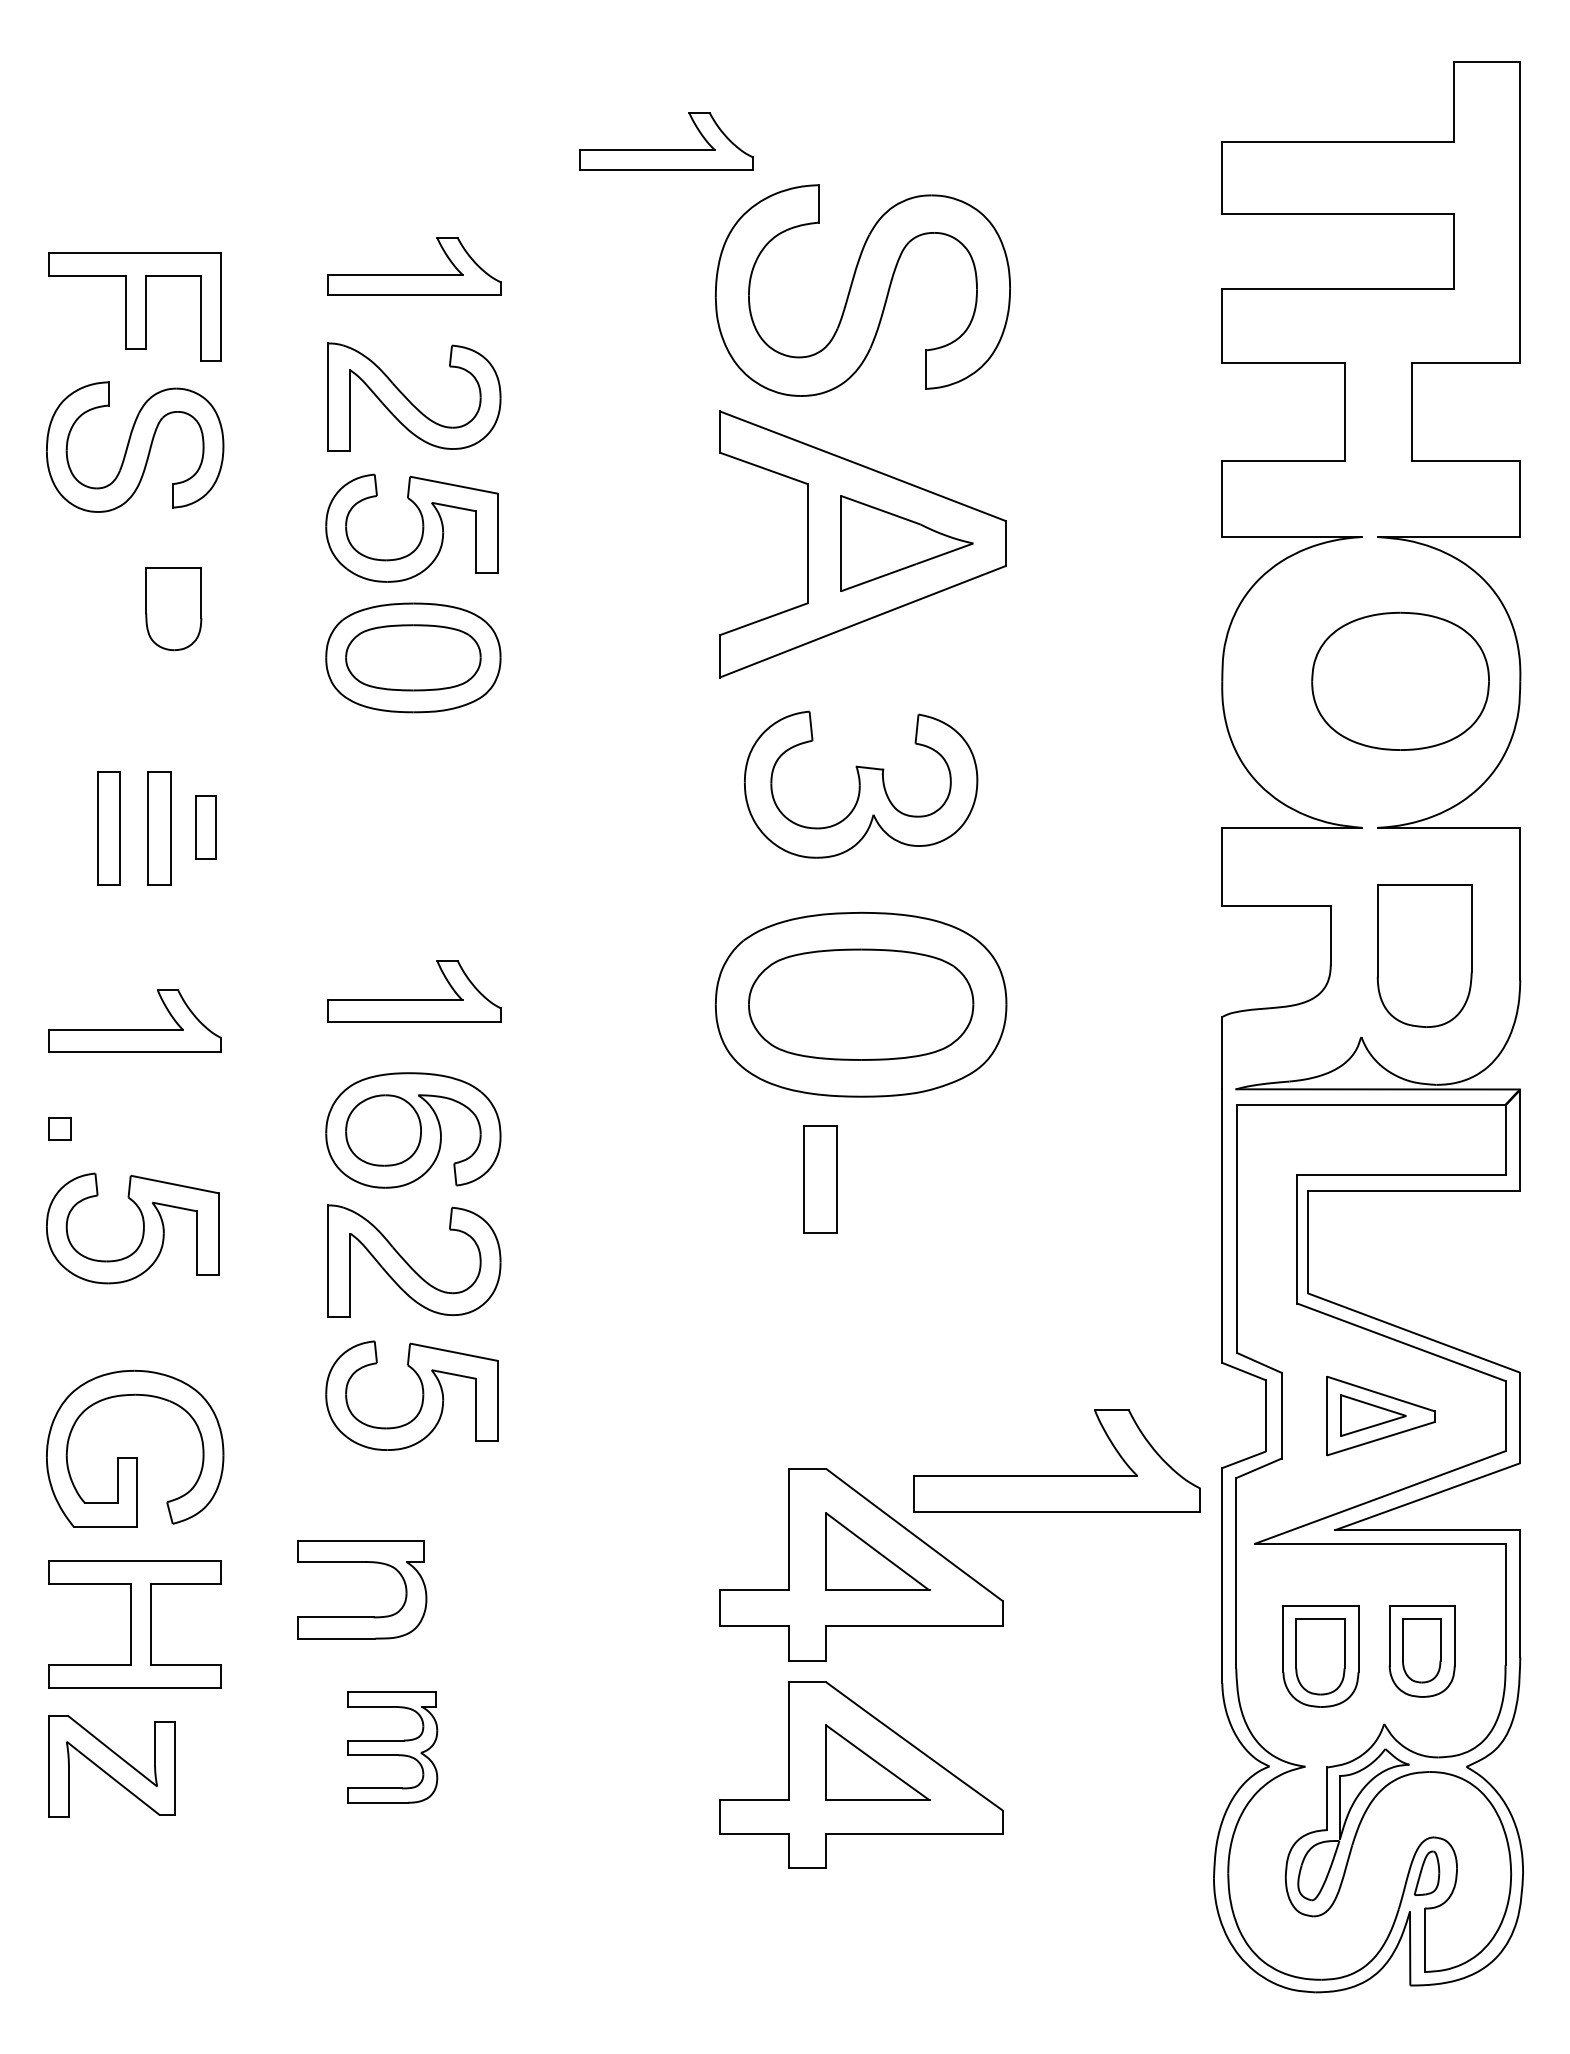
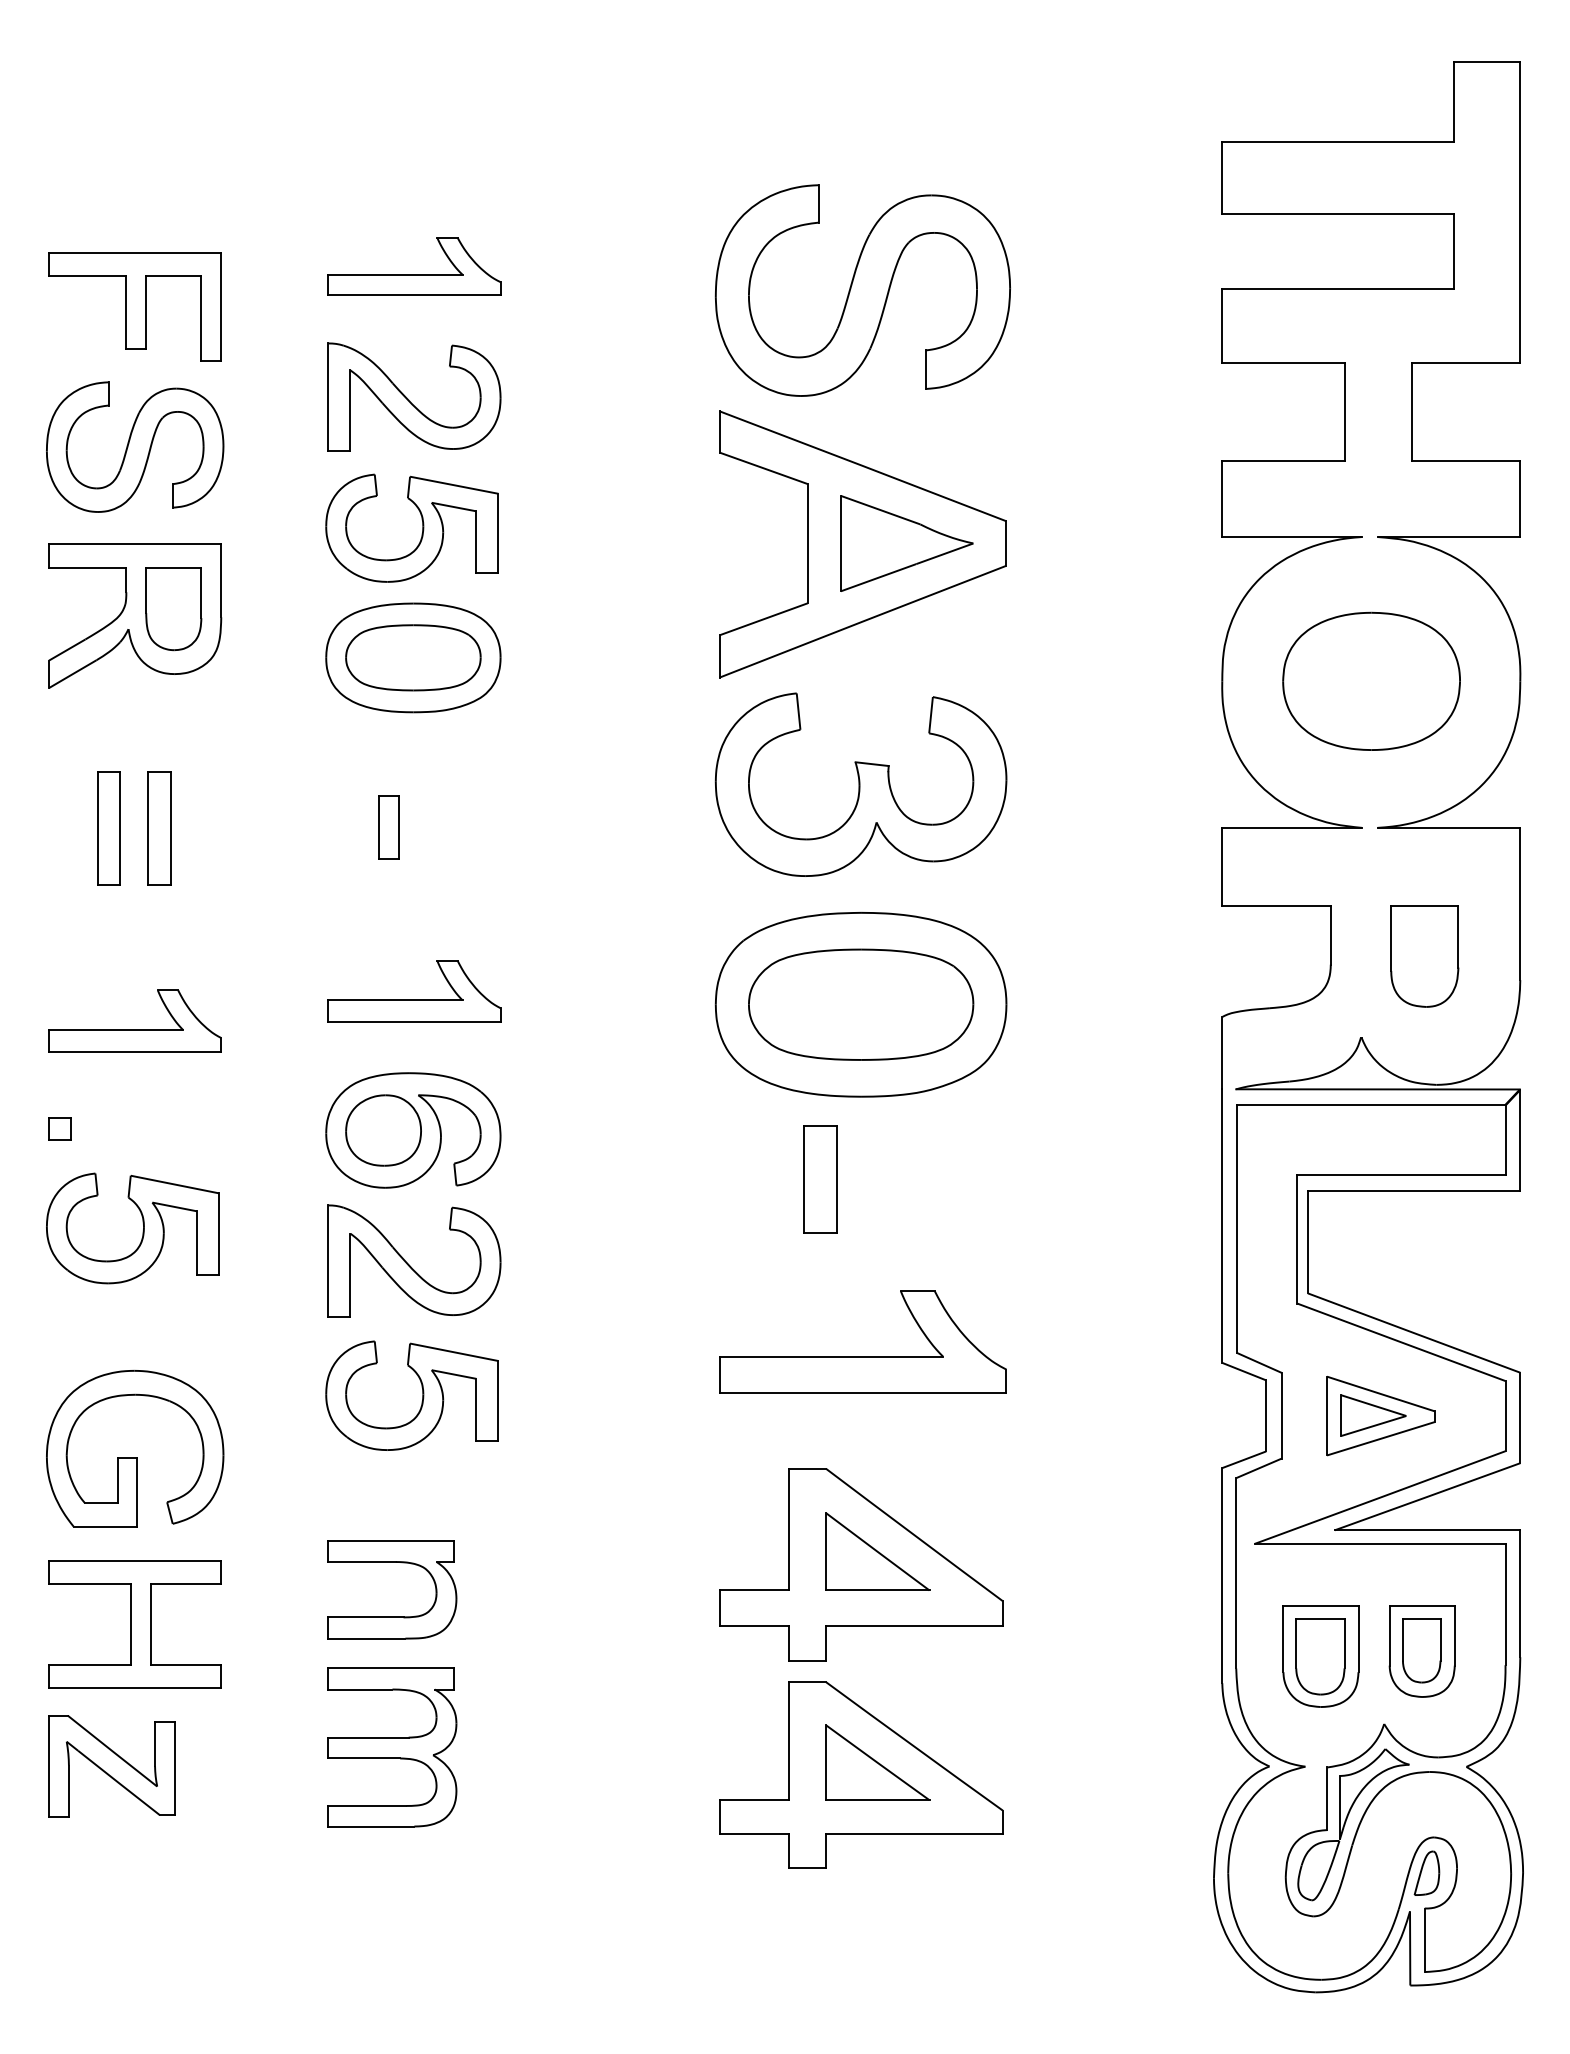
part at (666, 149): present -> none
part at (135, 615): none -> present
part at (1400, 680) position: (1400, 680) -> (1371, 680)
part at (861, 784) size: 235x149 px -> 294x185 px
part at (205, 827) position: (205, 827) -> (388, 827)
part at (1424, 955) size: 97x144 px -> 70x103 px
part at (1056, 1475) position: (1056, 1475) -> (862, 1356)
part at (362, 1562) position: (362, 1562) -> (392, 1562)
part at (392, 1747) size: 92x113 px -> 131x161 px
